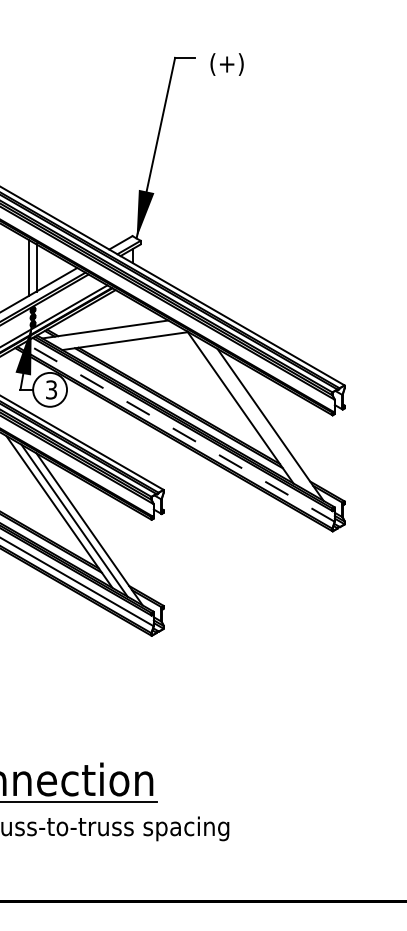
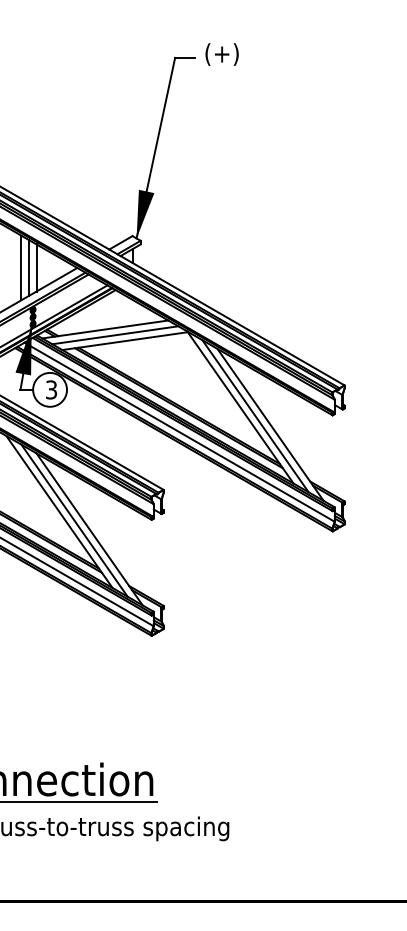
text at (226, 64) position: (226, 64) -> (221, 54)
line at (21, 267): none -> present
line at (115, 335): none -> present
line at (255, 416): none -> present
line at (179, 432): dashed -> solid
